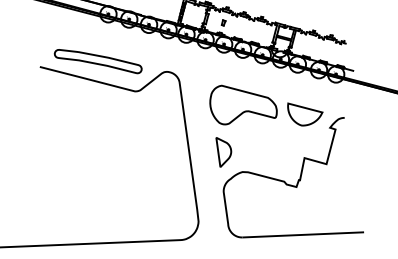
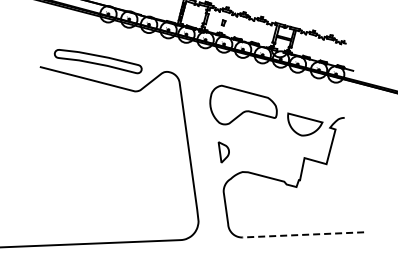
part at (305, 114) position: (305, 114) -> (305, 124)
part at (223, 152) size: 18x31 px -> 13x23 px
line at (303, 234): solid -> dashed
